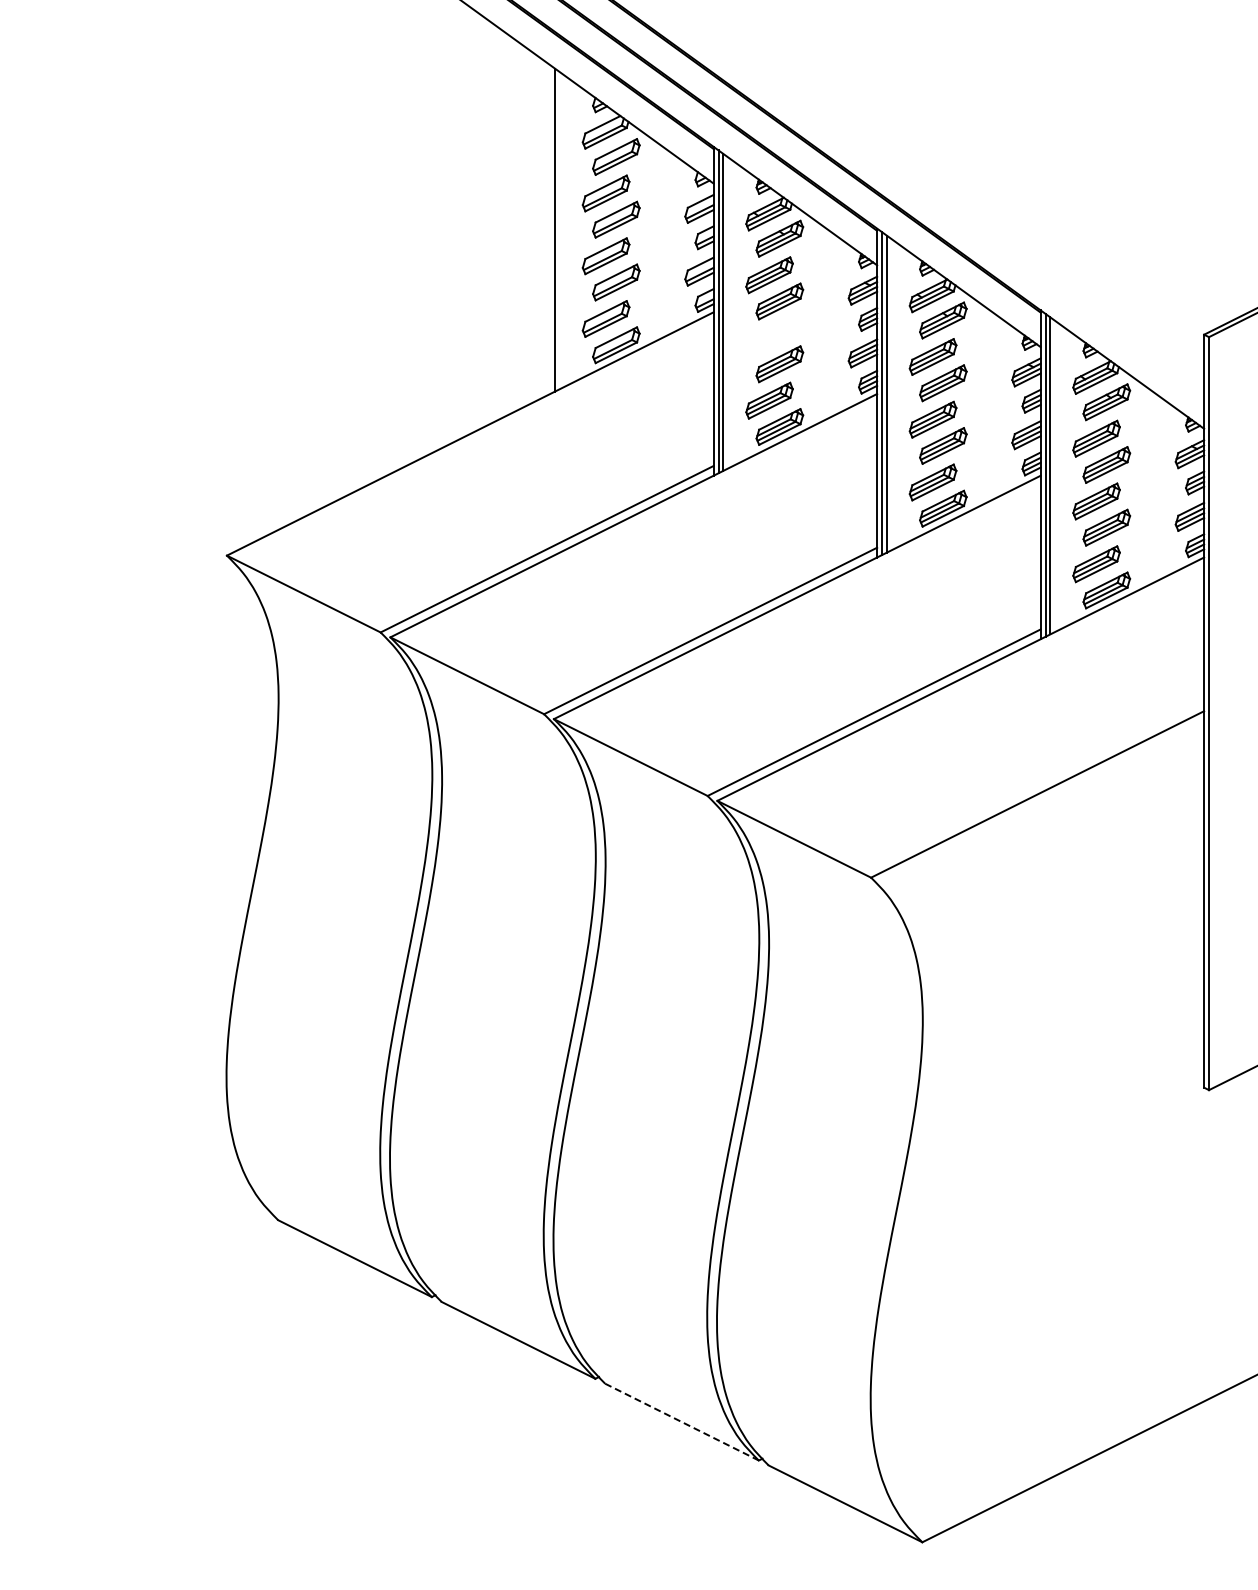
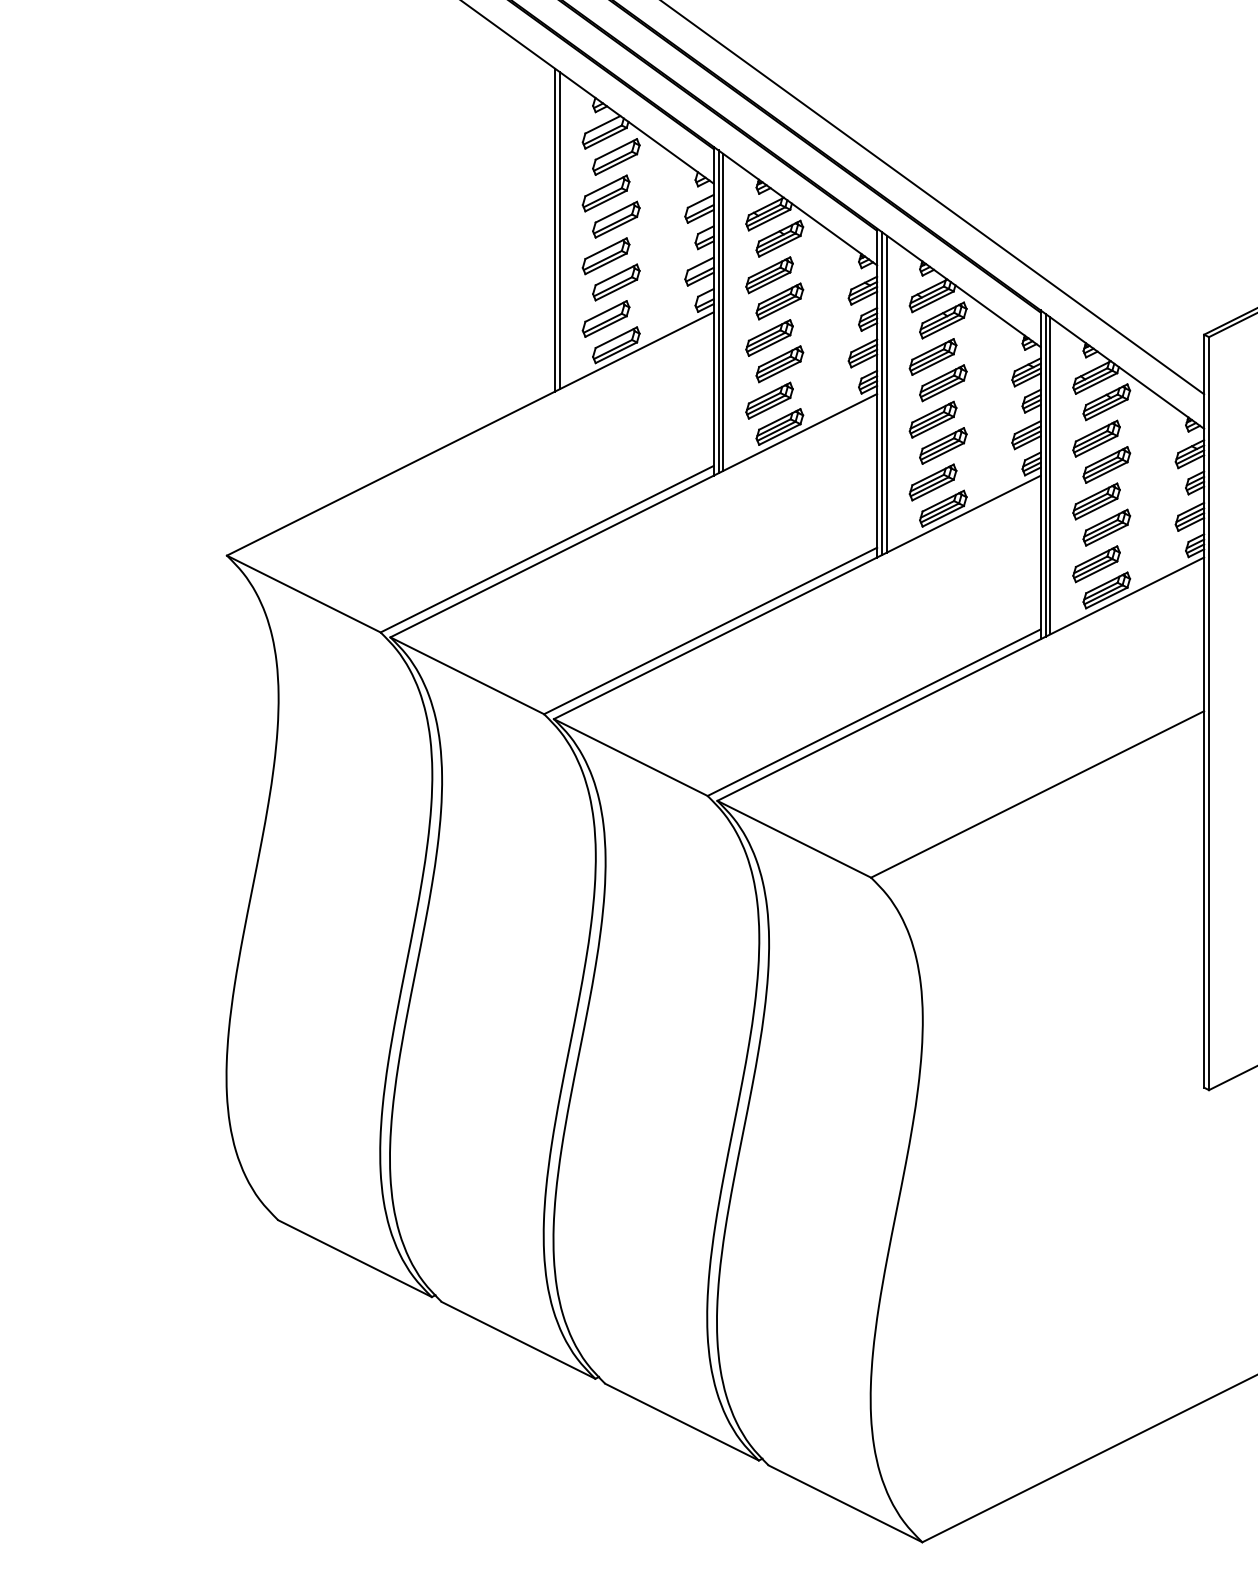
line at (933, 198): none -> present
line at (559, 230): none -> present
part at (769, 337): none -> present
line at (682, 1422): dashed -> solid
